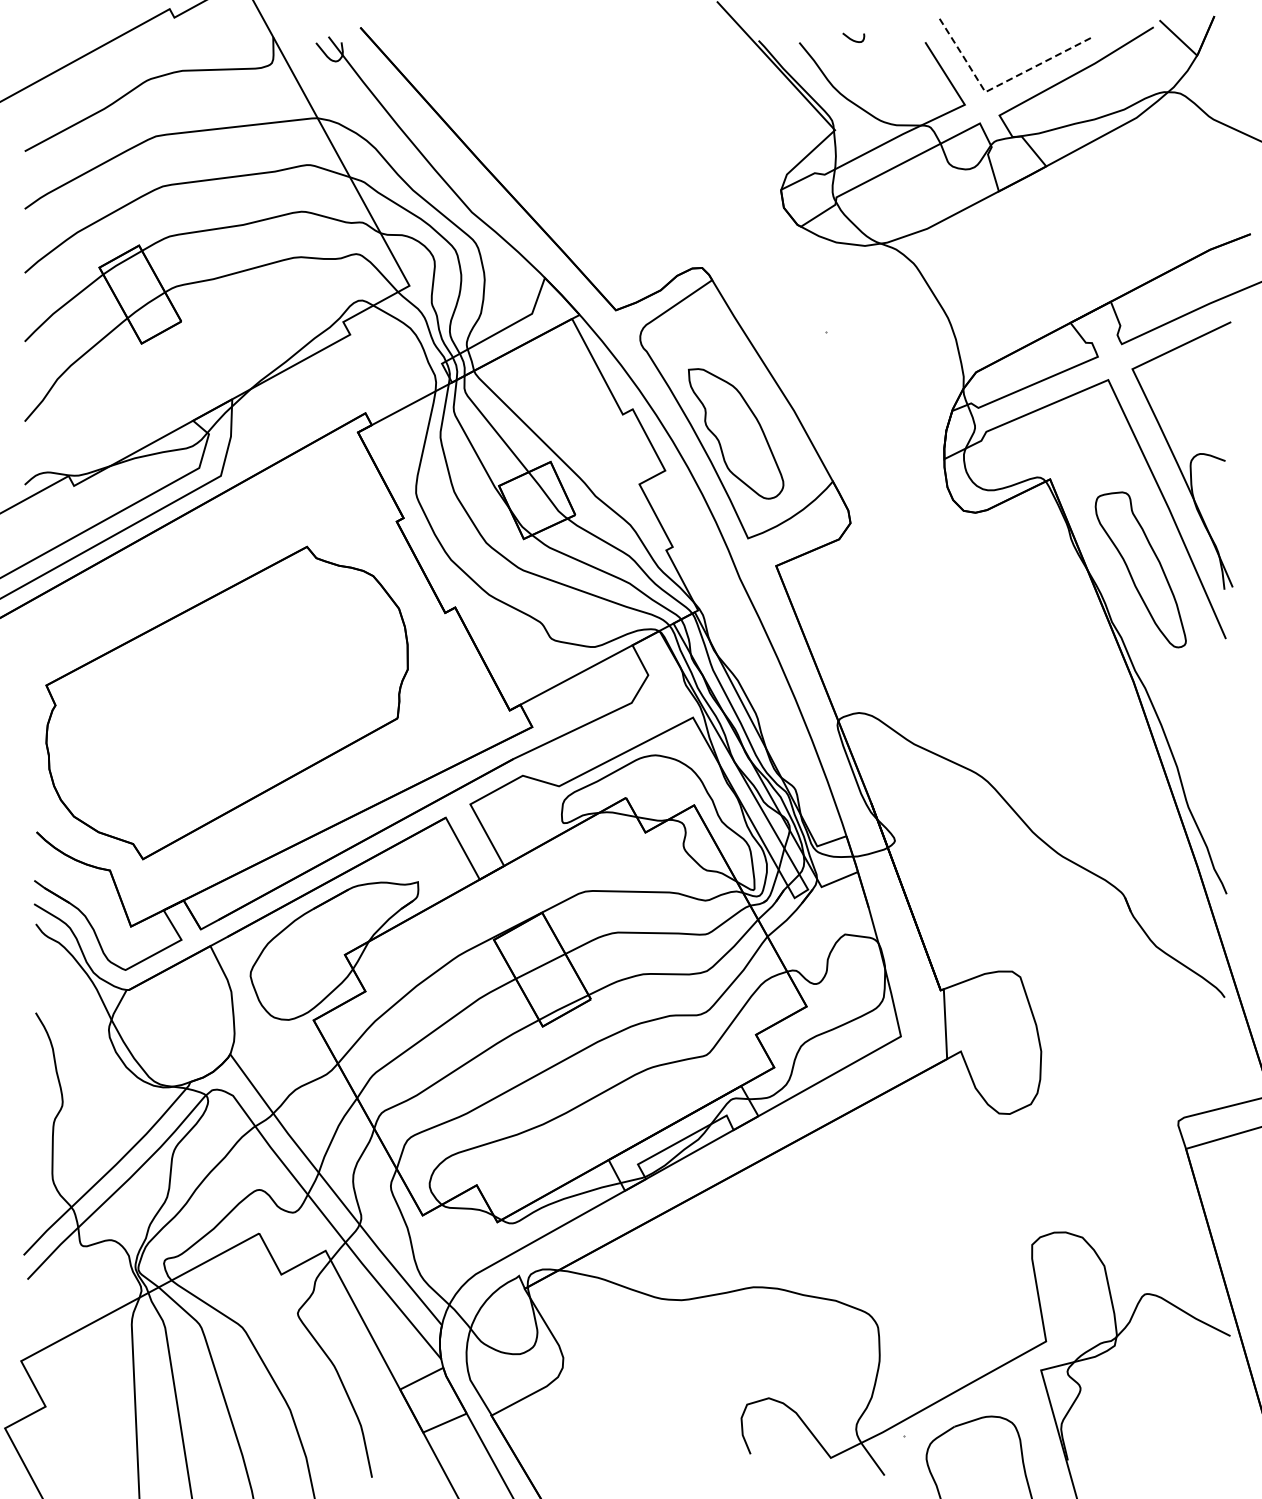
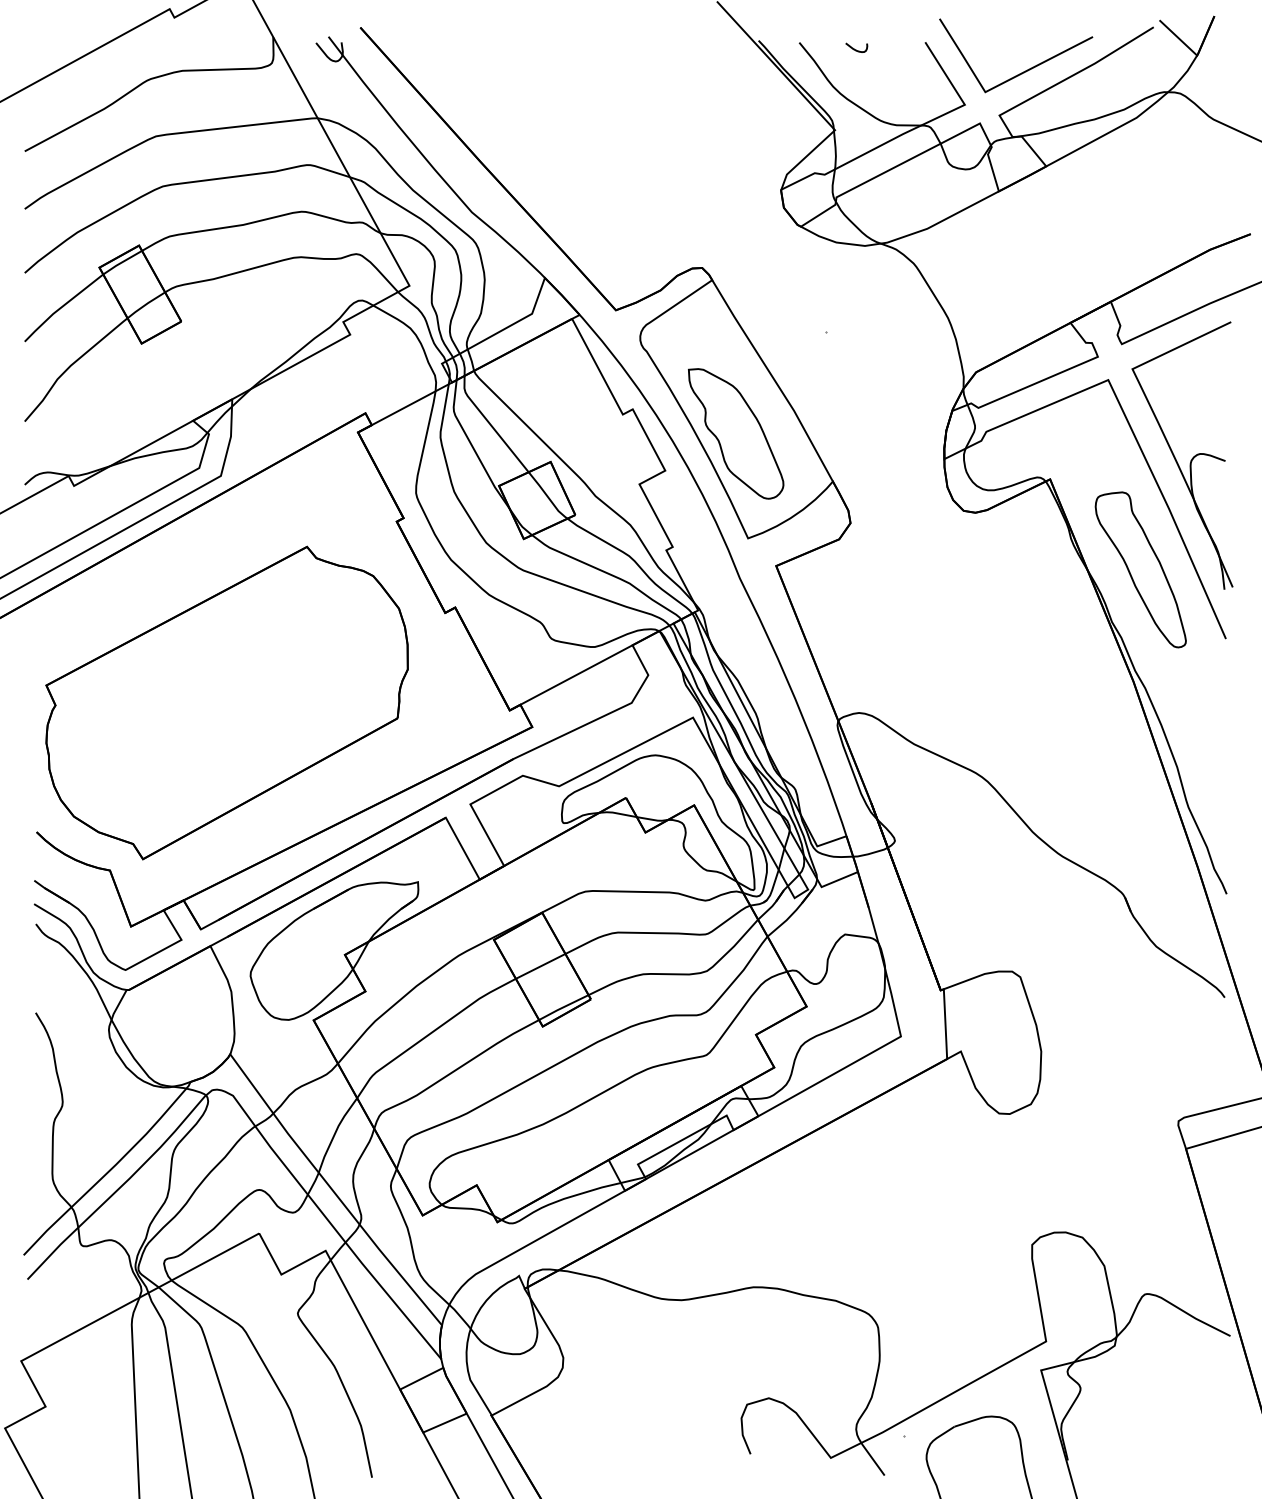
curve at (853, 39) position: (853, 39) -> (856, 49)
line at (999, 84): dashed -> solid
